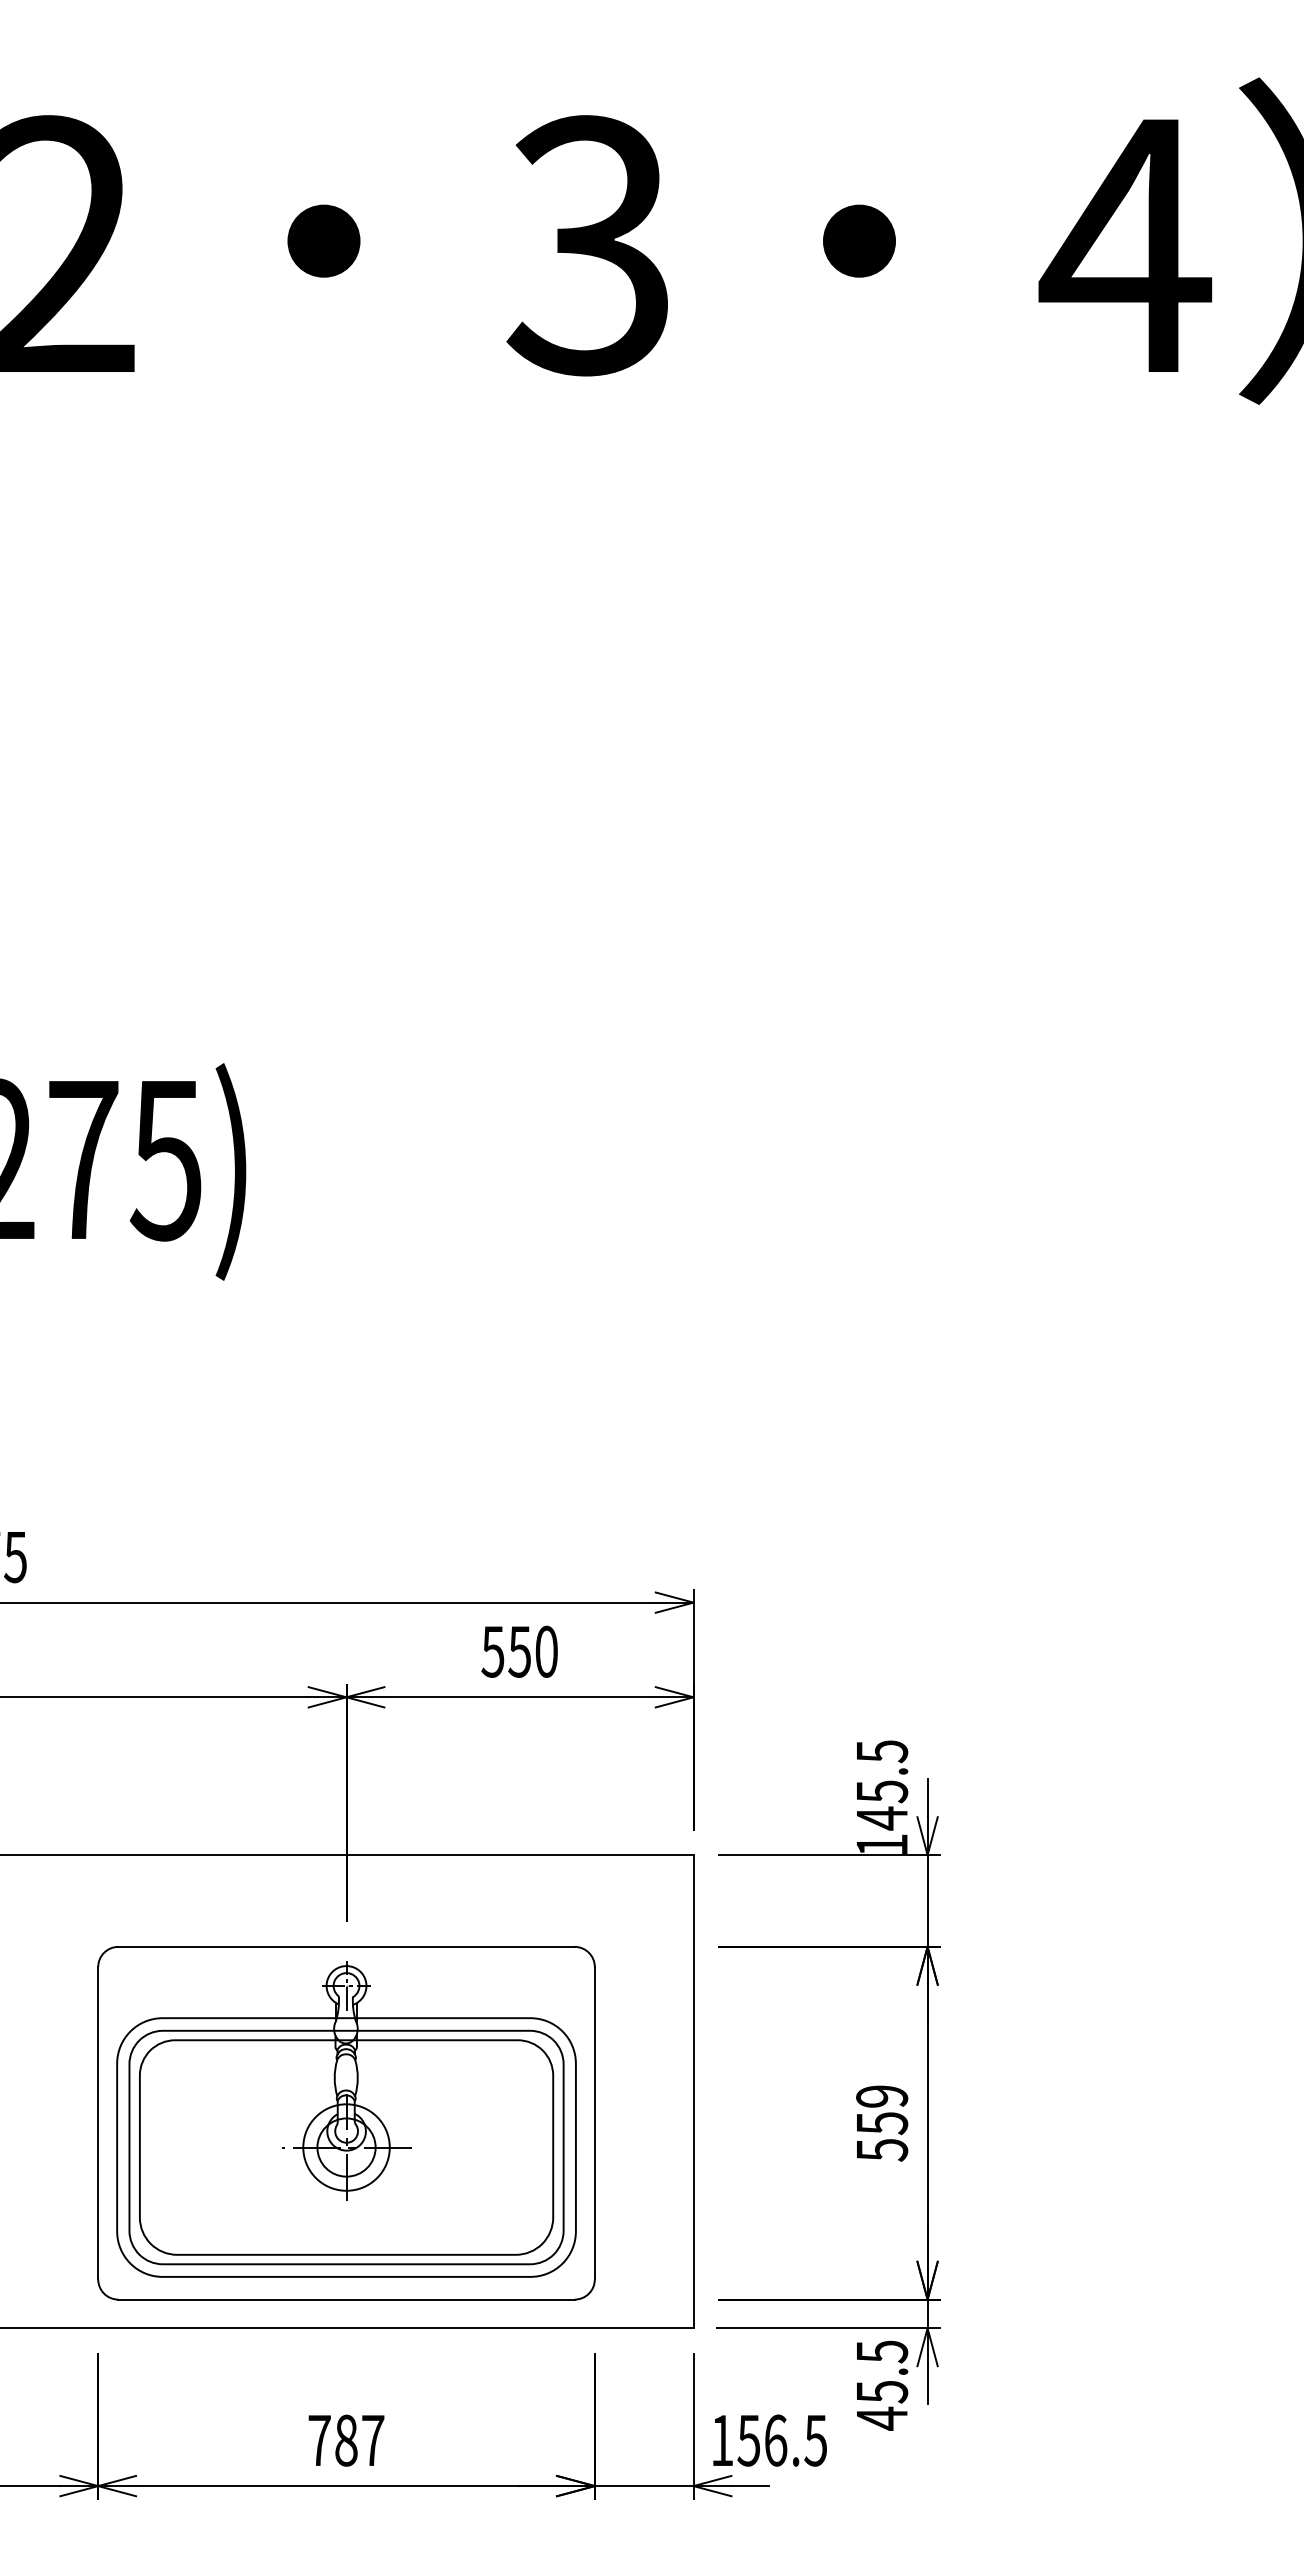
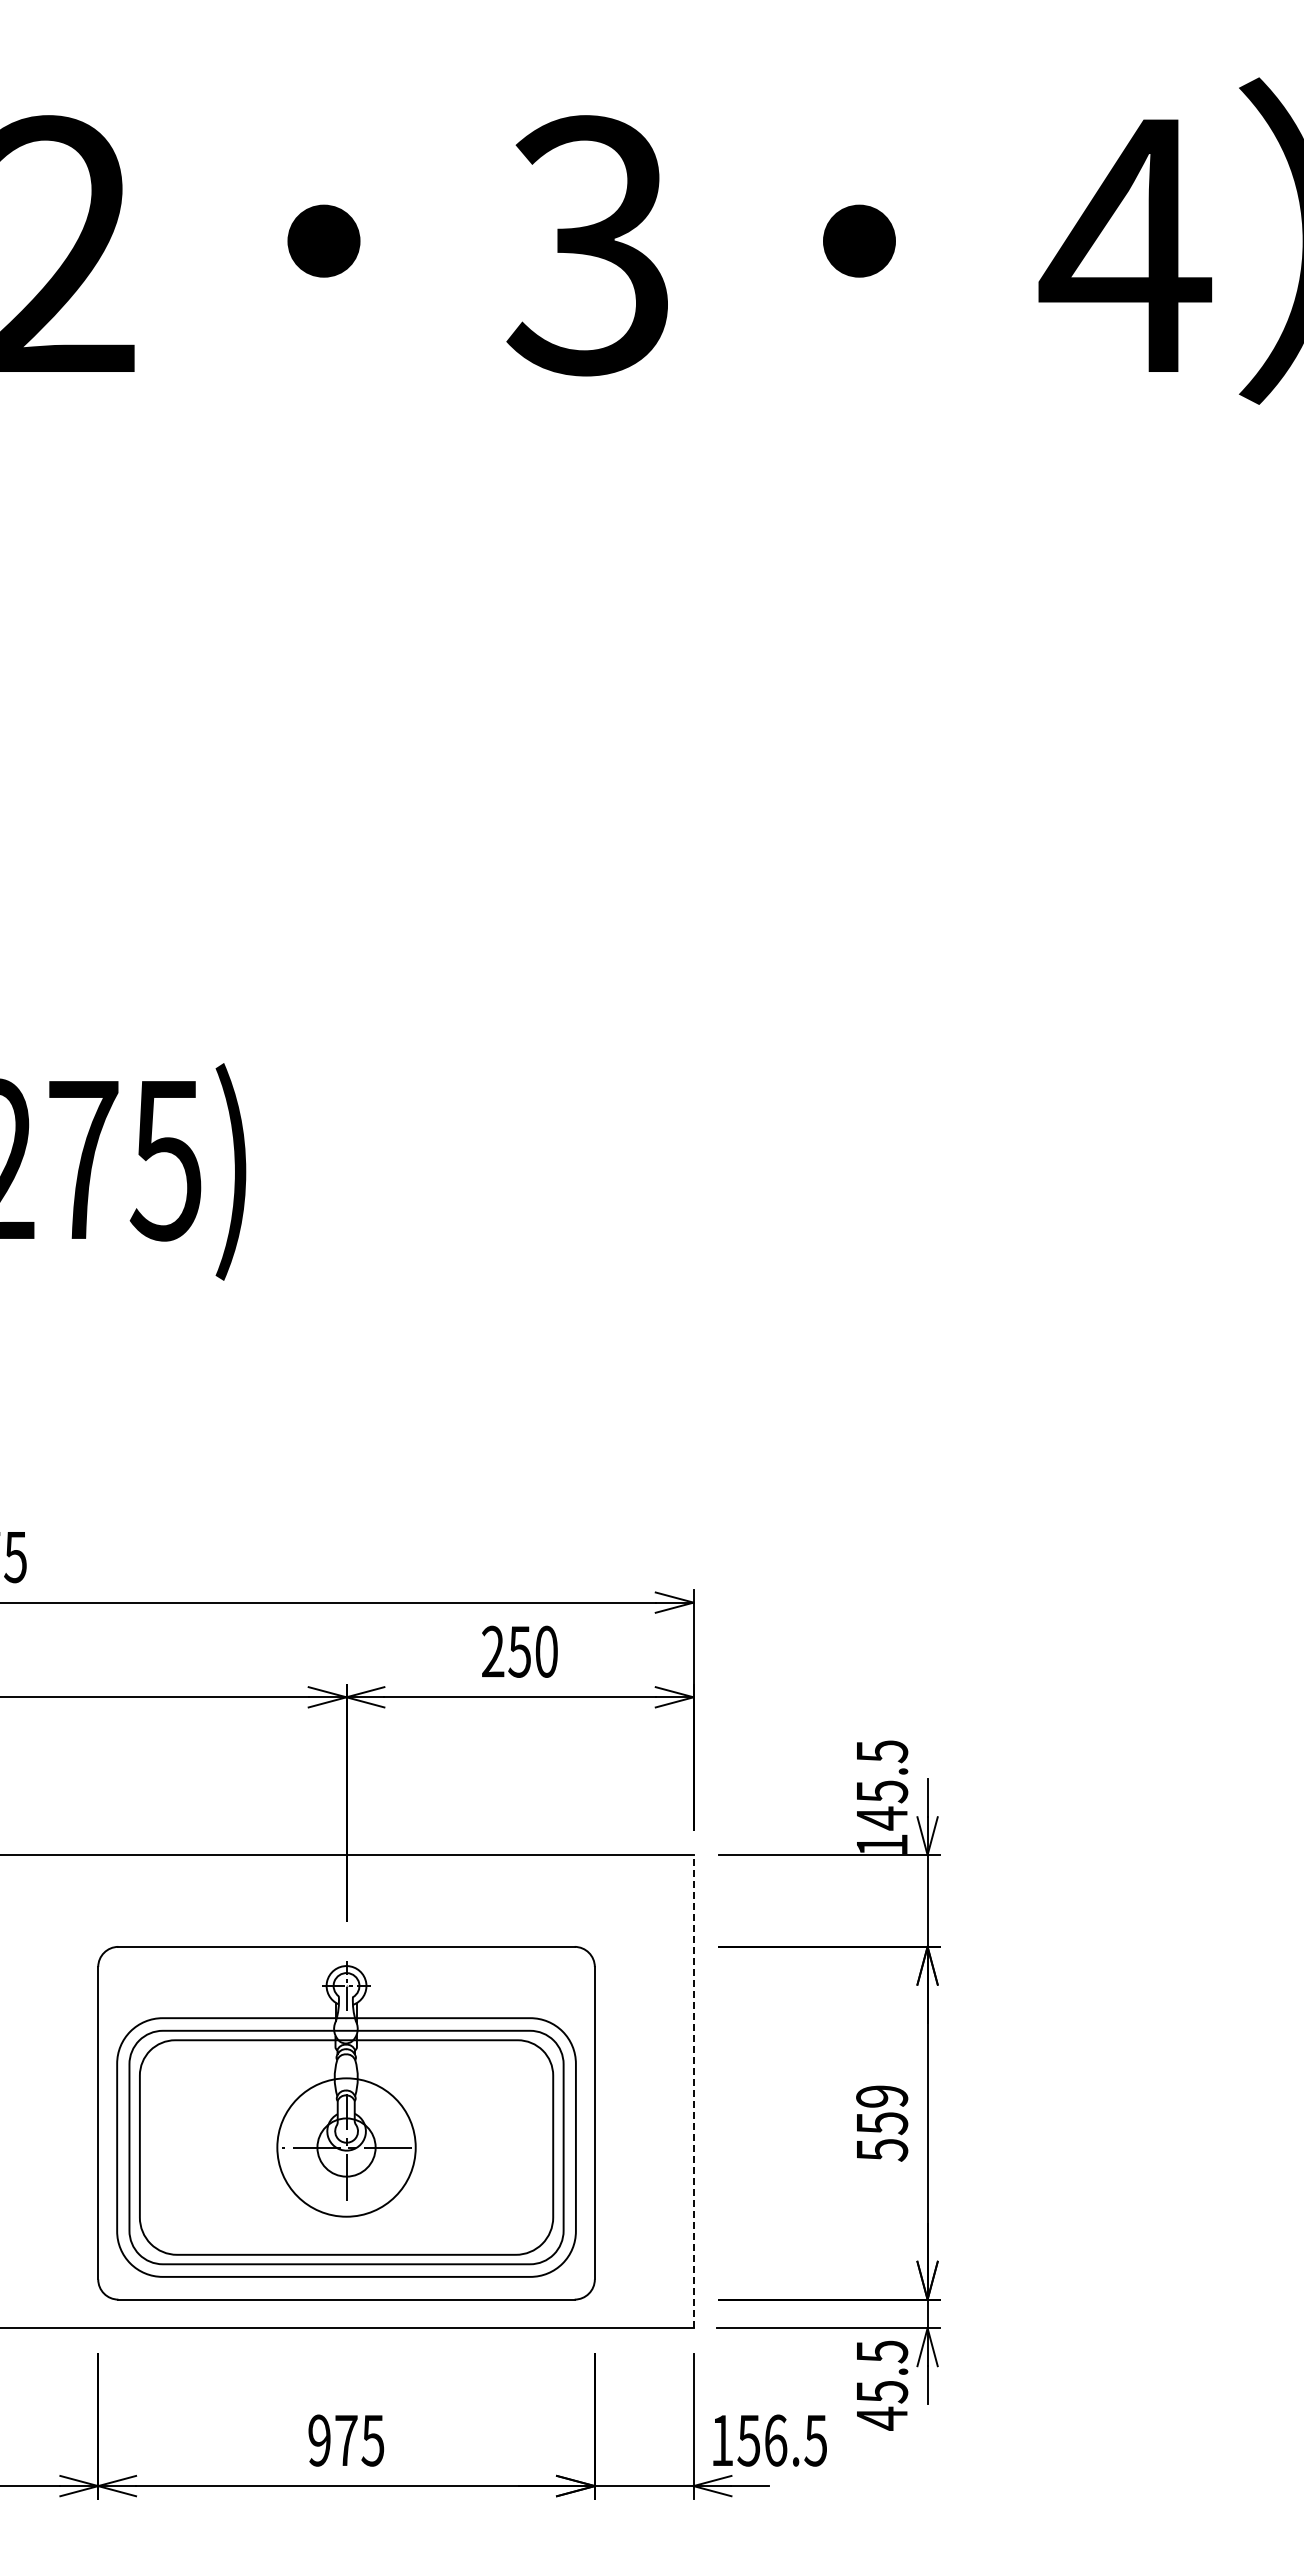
text at (492, 1651): 550 -> 250
line at (693, 2091): solid -> dashed
circle at (346, 2147) diameter: 86 px -> 138 px
text at (346, 2440): 787 -> 975
